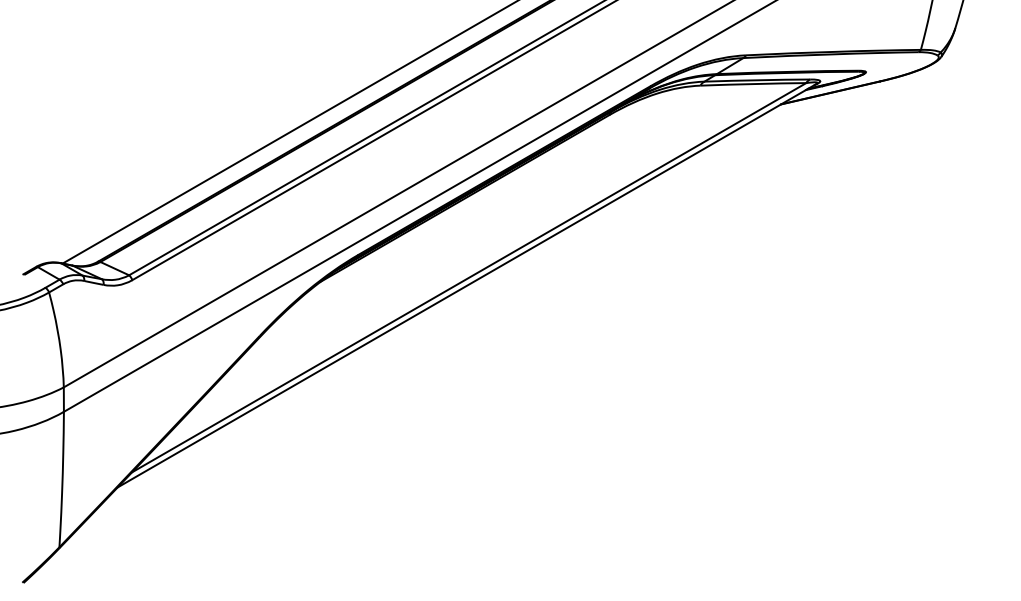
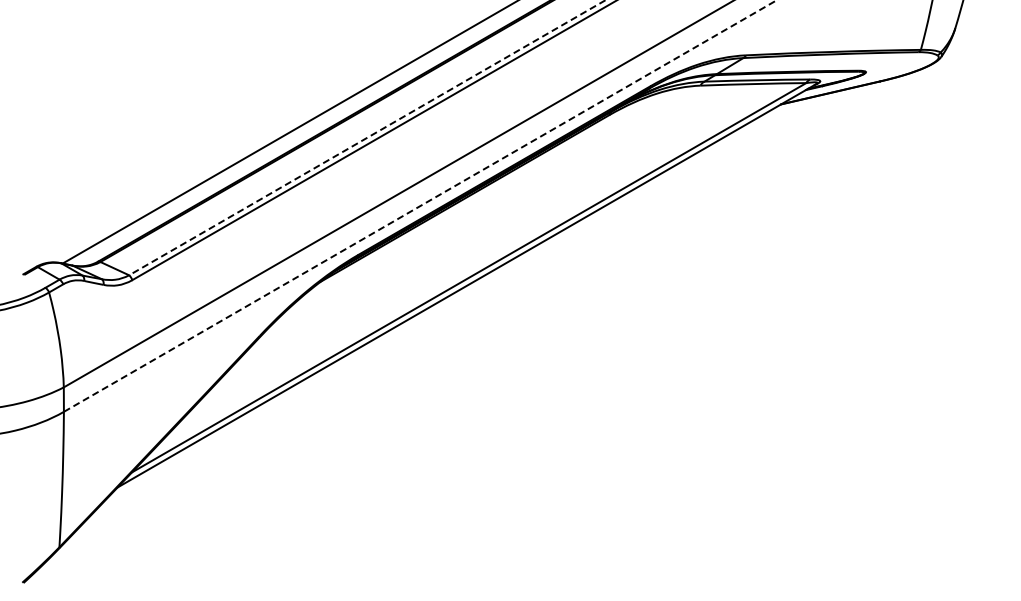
line at (367, 137): solid -> dashed
line at (420, 205): solid -> dashed
